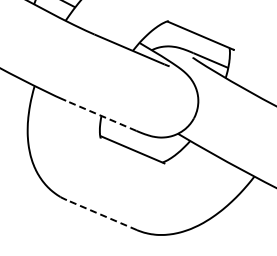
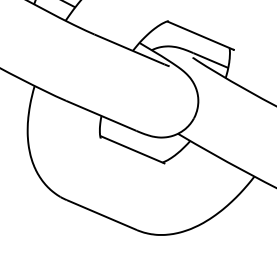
line at (100, 115): dashed -> solid
line at (101, 214): dashed -> solid
